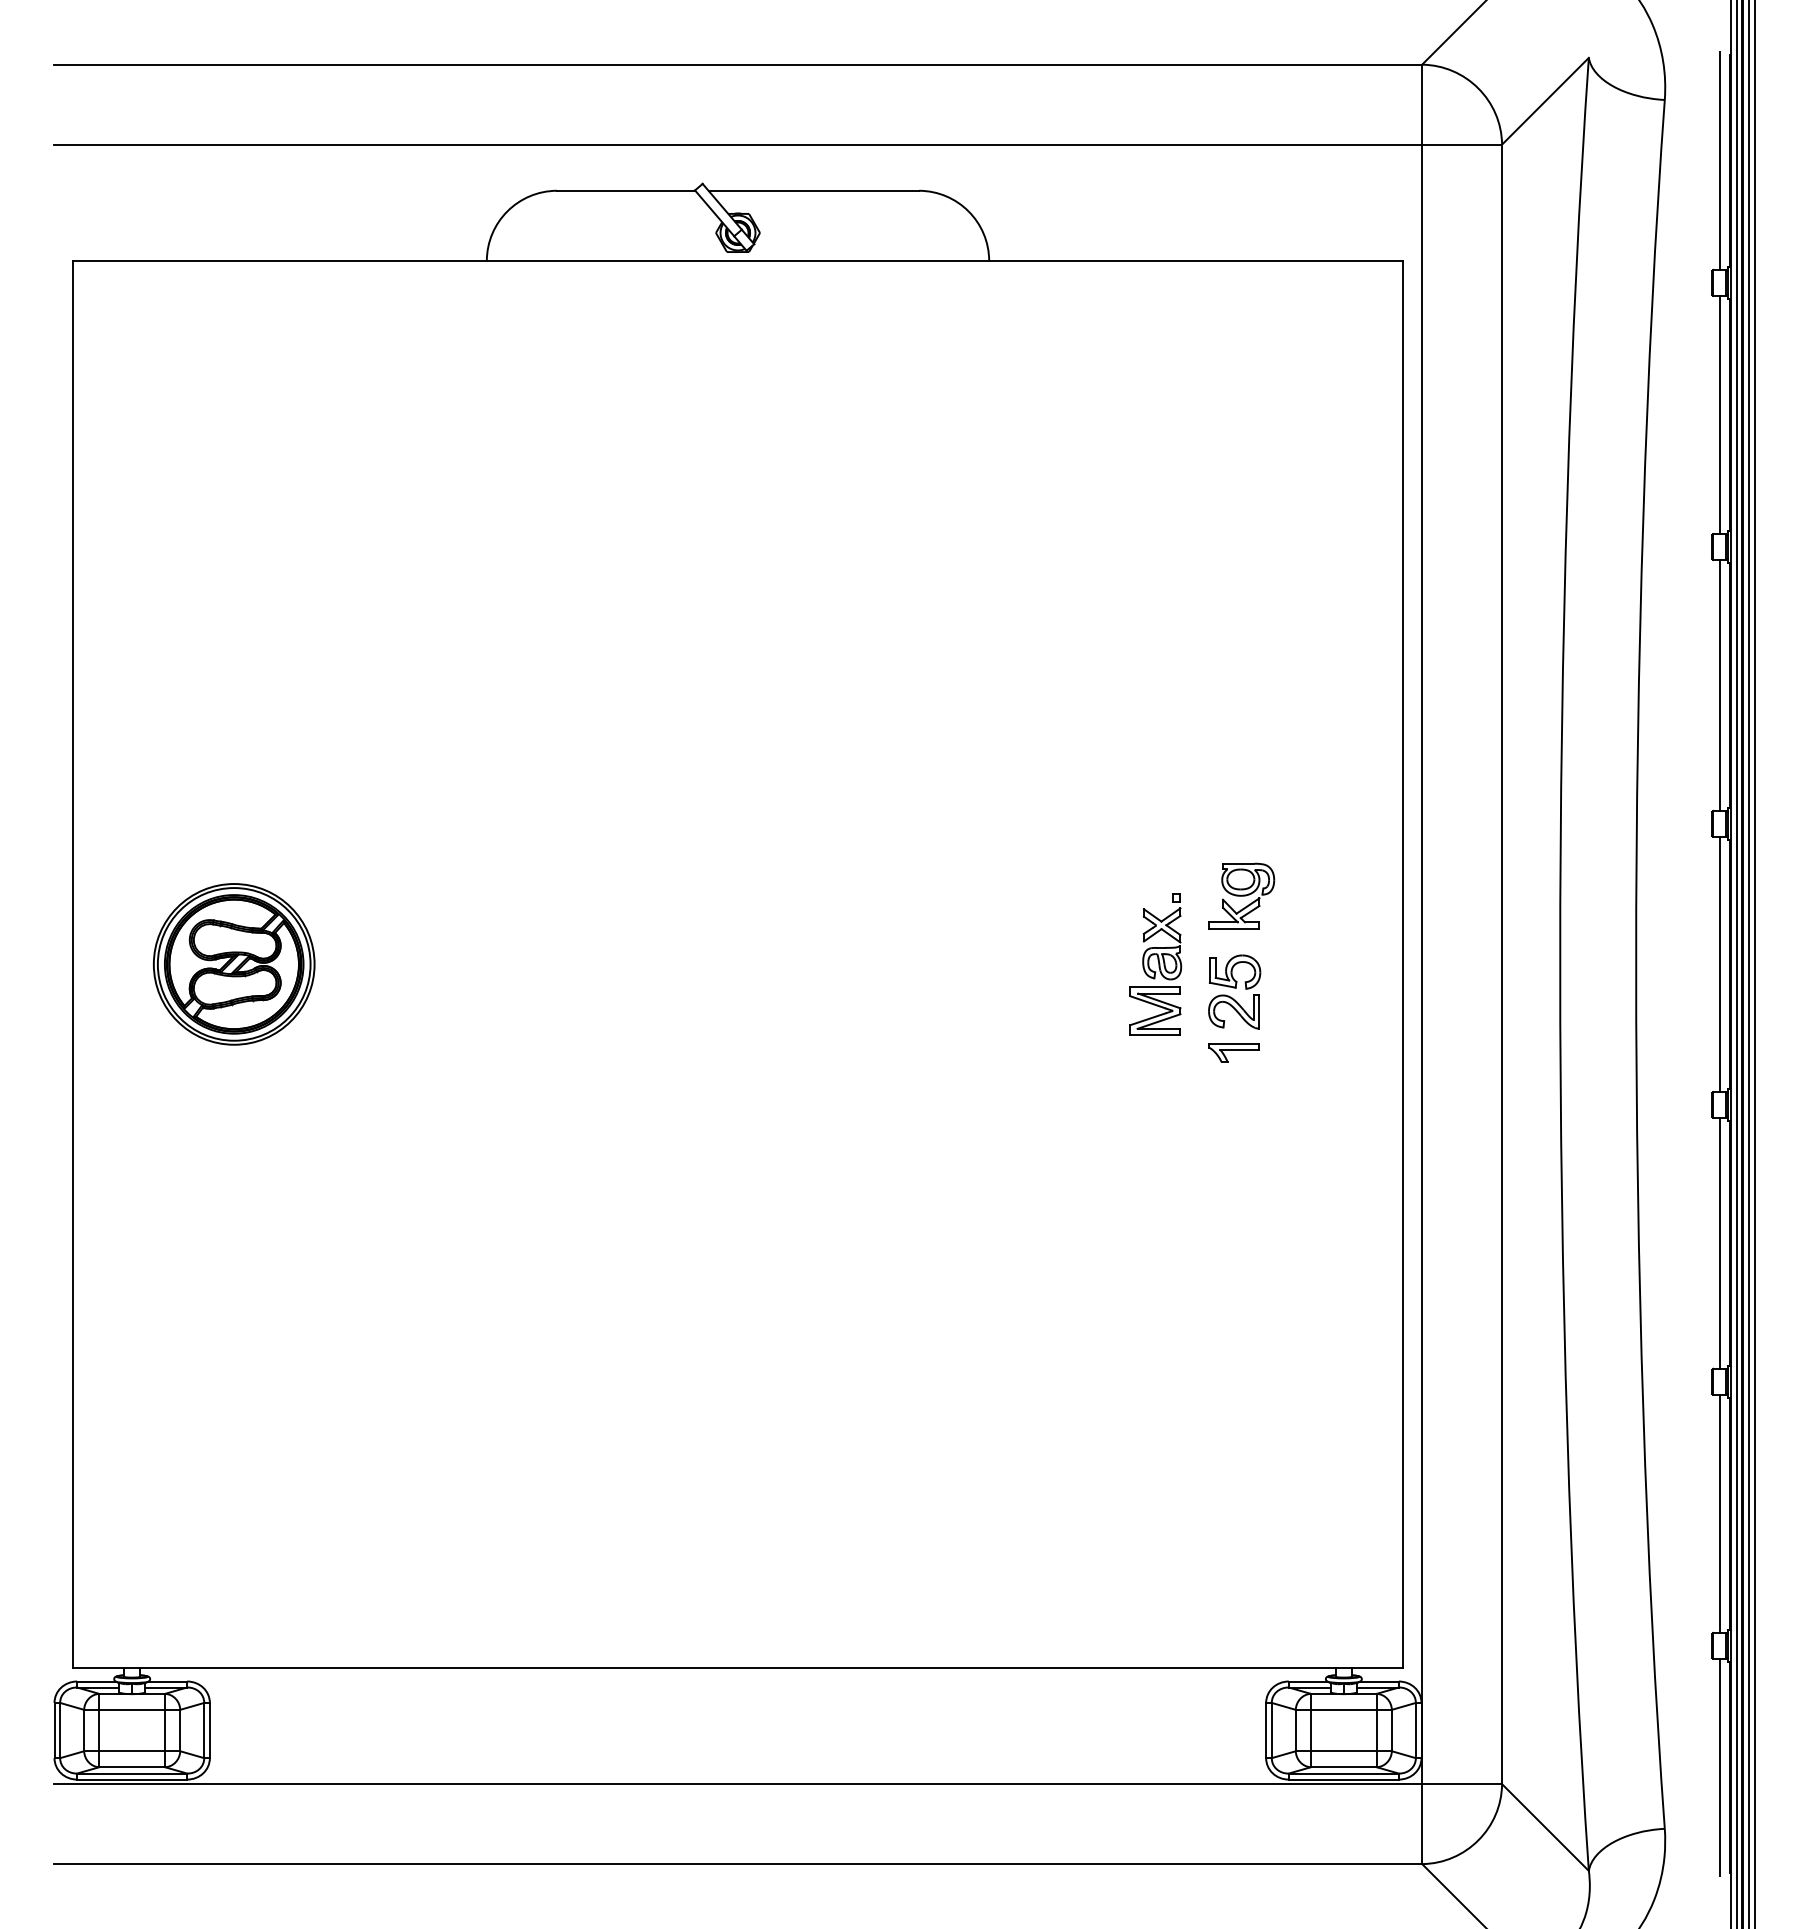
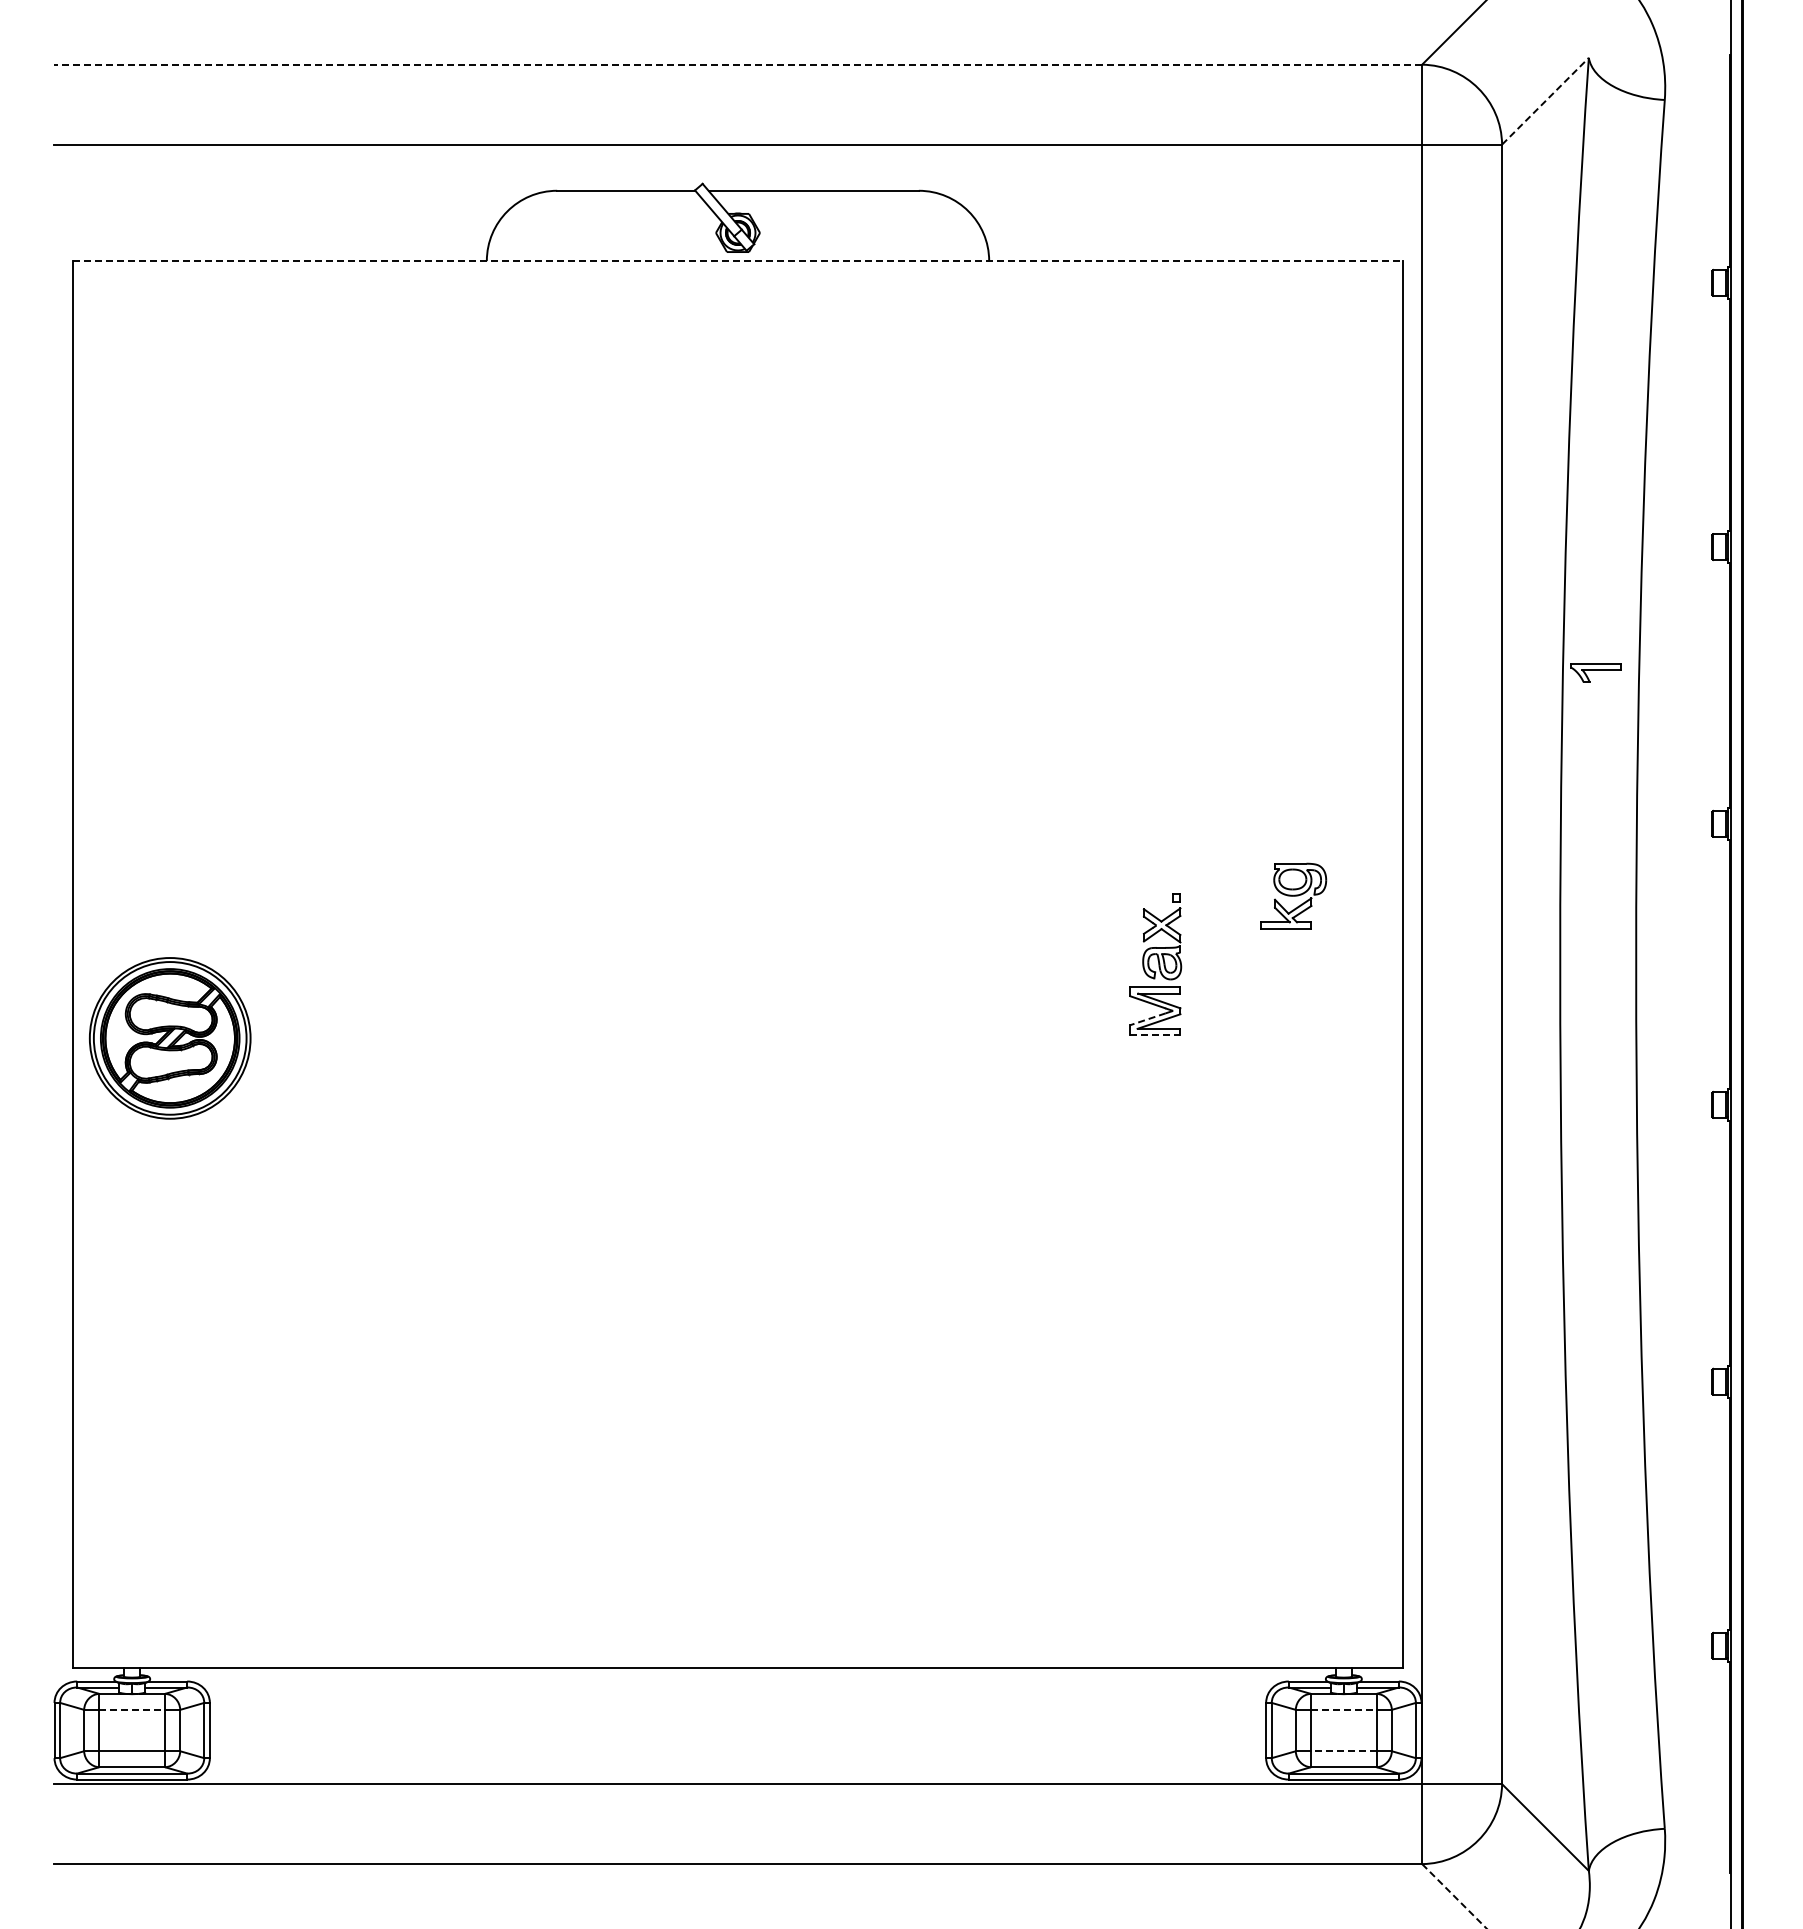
line at (737, 64): solid -> dashed
line at (1545, 100): solid -> dashed
line at (1719, 161): present -> none
line at (738, 261): solid -> dashed
line at (1719, 414): present -> none
line at (1719, 684): present -> none
part at (1241, 895) position: (1241, 895) -> (1293, 895)
line at (1736, 963): present -> none
line at (1748, 963): present -> none
line at (1754, 963): present -> none
part at (234, 964) position: (234, 964) -> (170, 1038)
line at (1719, 964): present -> none
part at (1234, 991): present -> none
line at (1147, 1019): solid -> dashed
line at (1155, 1035): solid -> dashed
part at (1233, 1052) position: (1233, 1052) -> (1595, 672)
line at (1719, 1242): present -> none
line at (1719, 1513): present -> none
line at (132, 1709): solid -> dashed
line at (1343, 1709): solid -> dashed
line at (1343, 1751): solid -> dashed
line at (1719, 1767): present -> none
line at (1454, 1896): solid -> dashed
